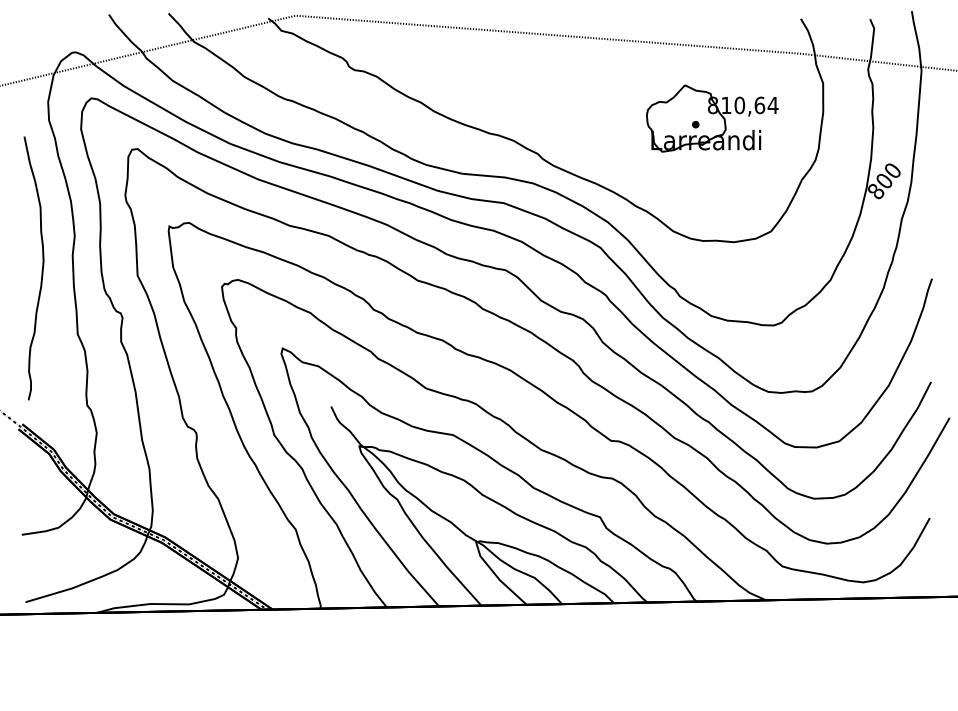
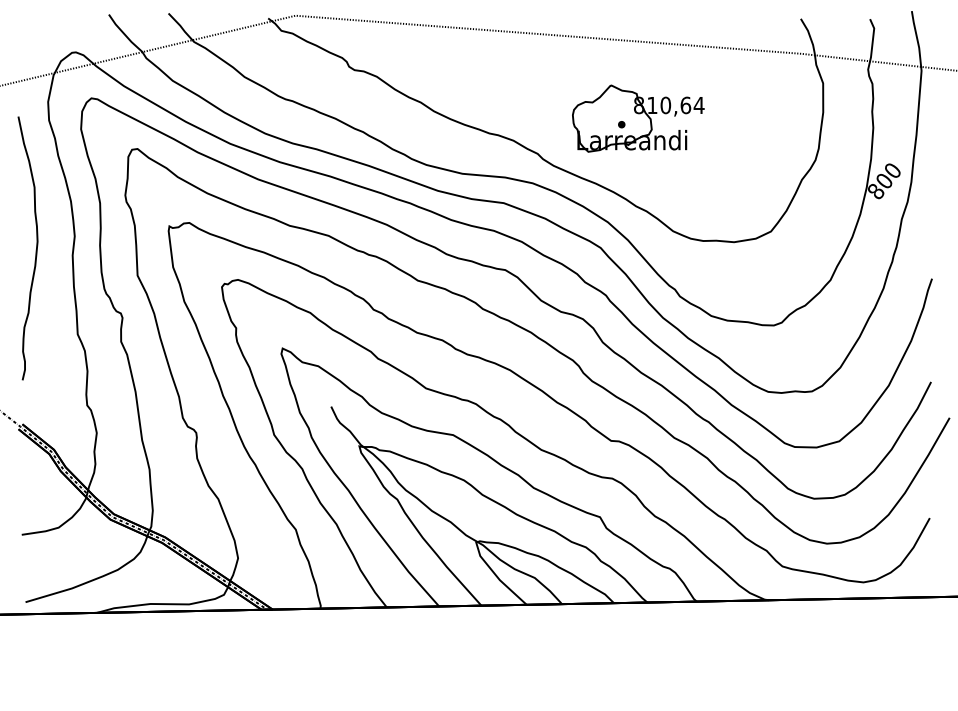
part at (712, 118) position: (712, 118) -> (638, 118)
curve at (41, 270) position: (41, 270) -> (35, 250)
